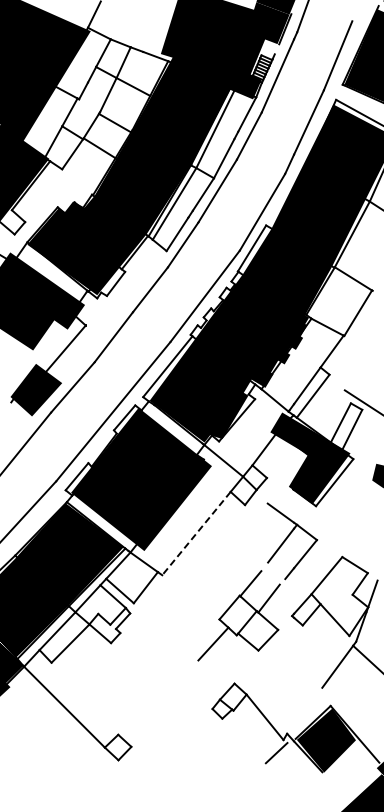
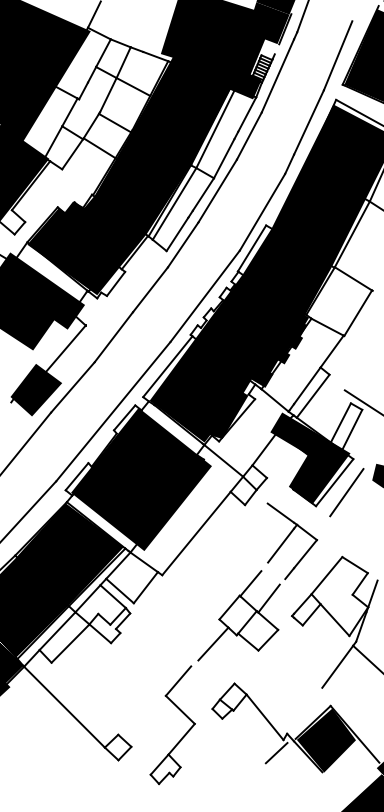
line at (346, 492): none -> present
line at (196, 533): dashed -> solid
part at (183, 735): none -> present
